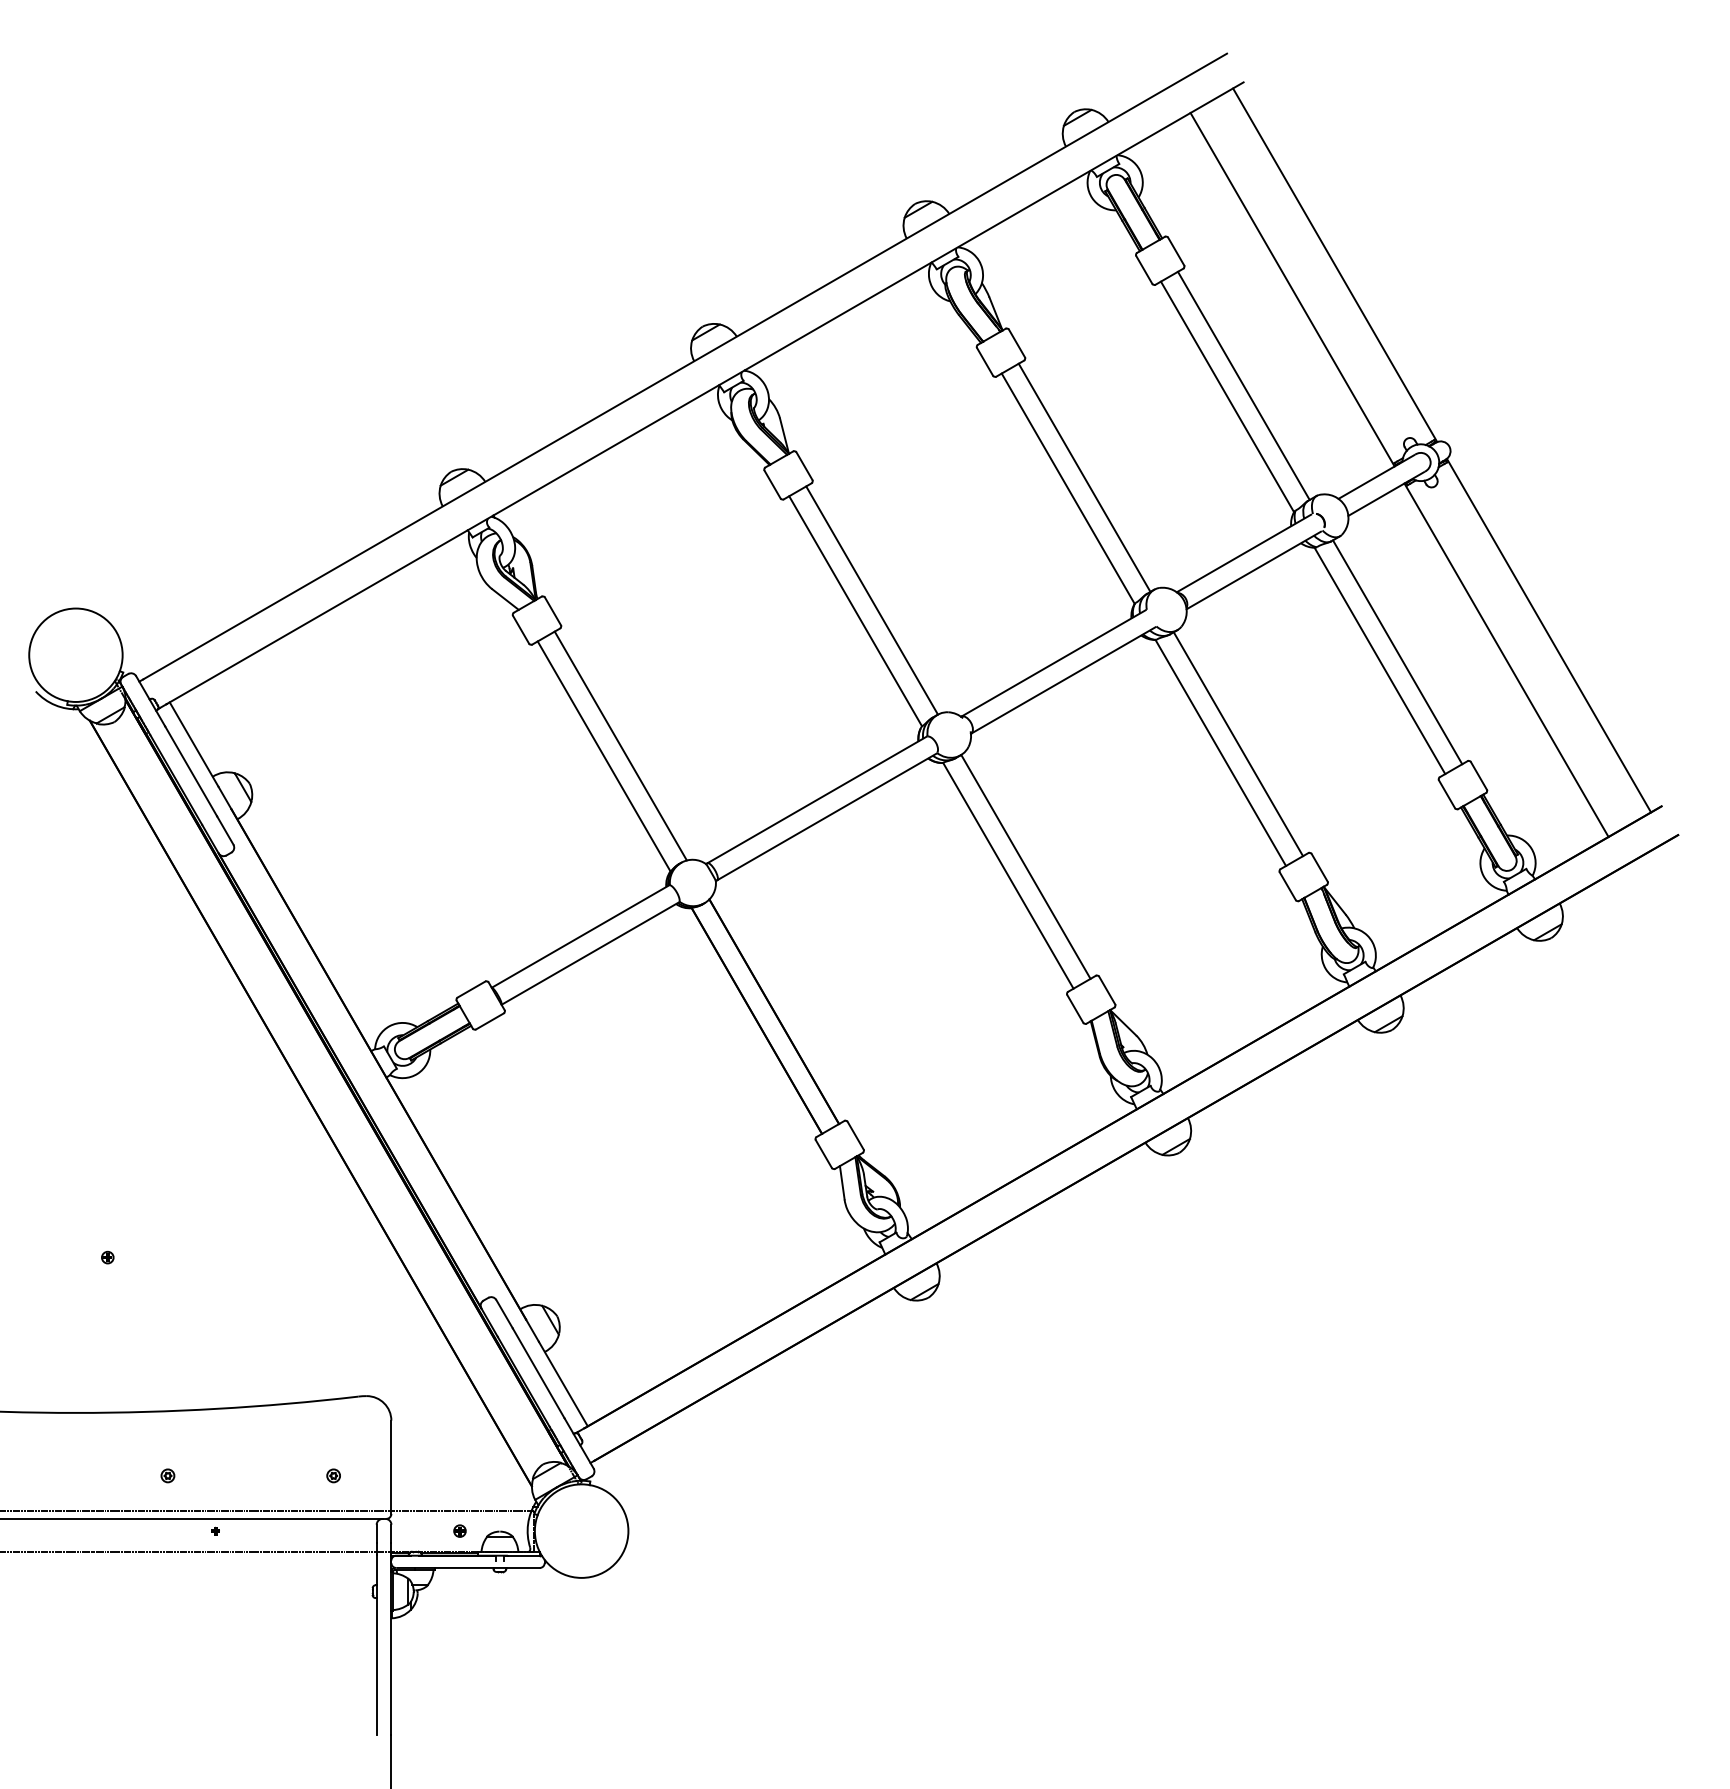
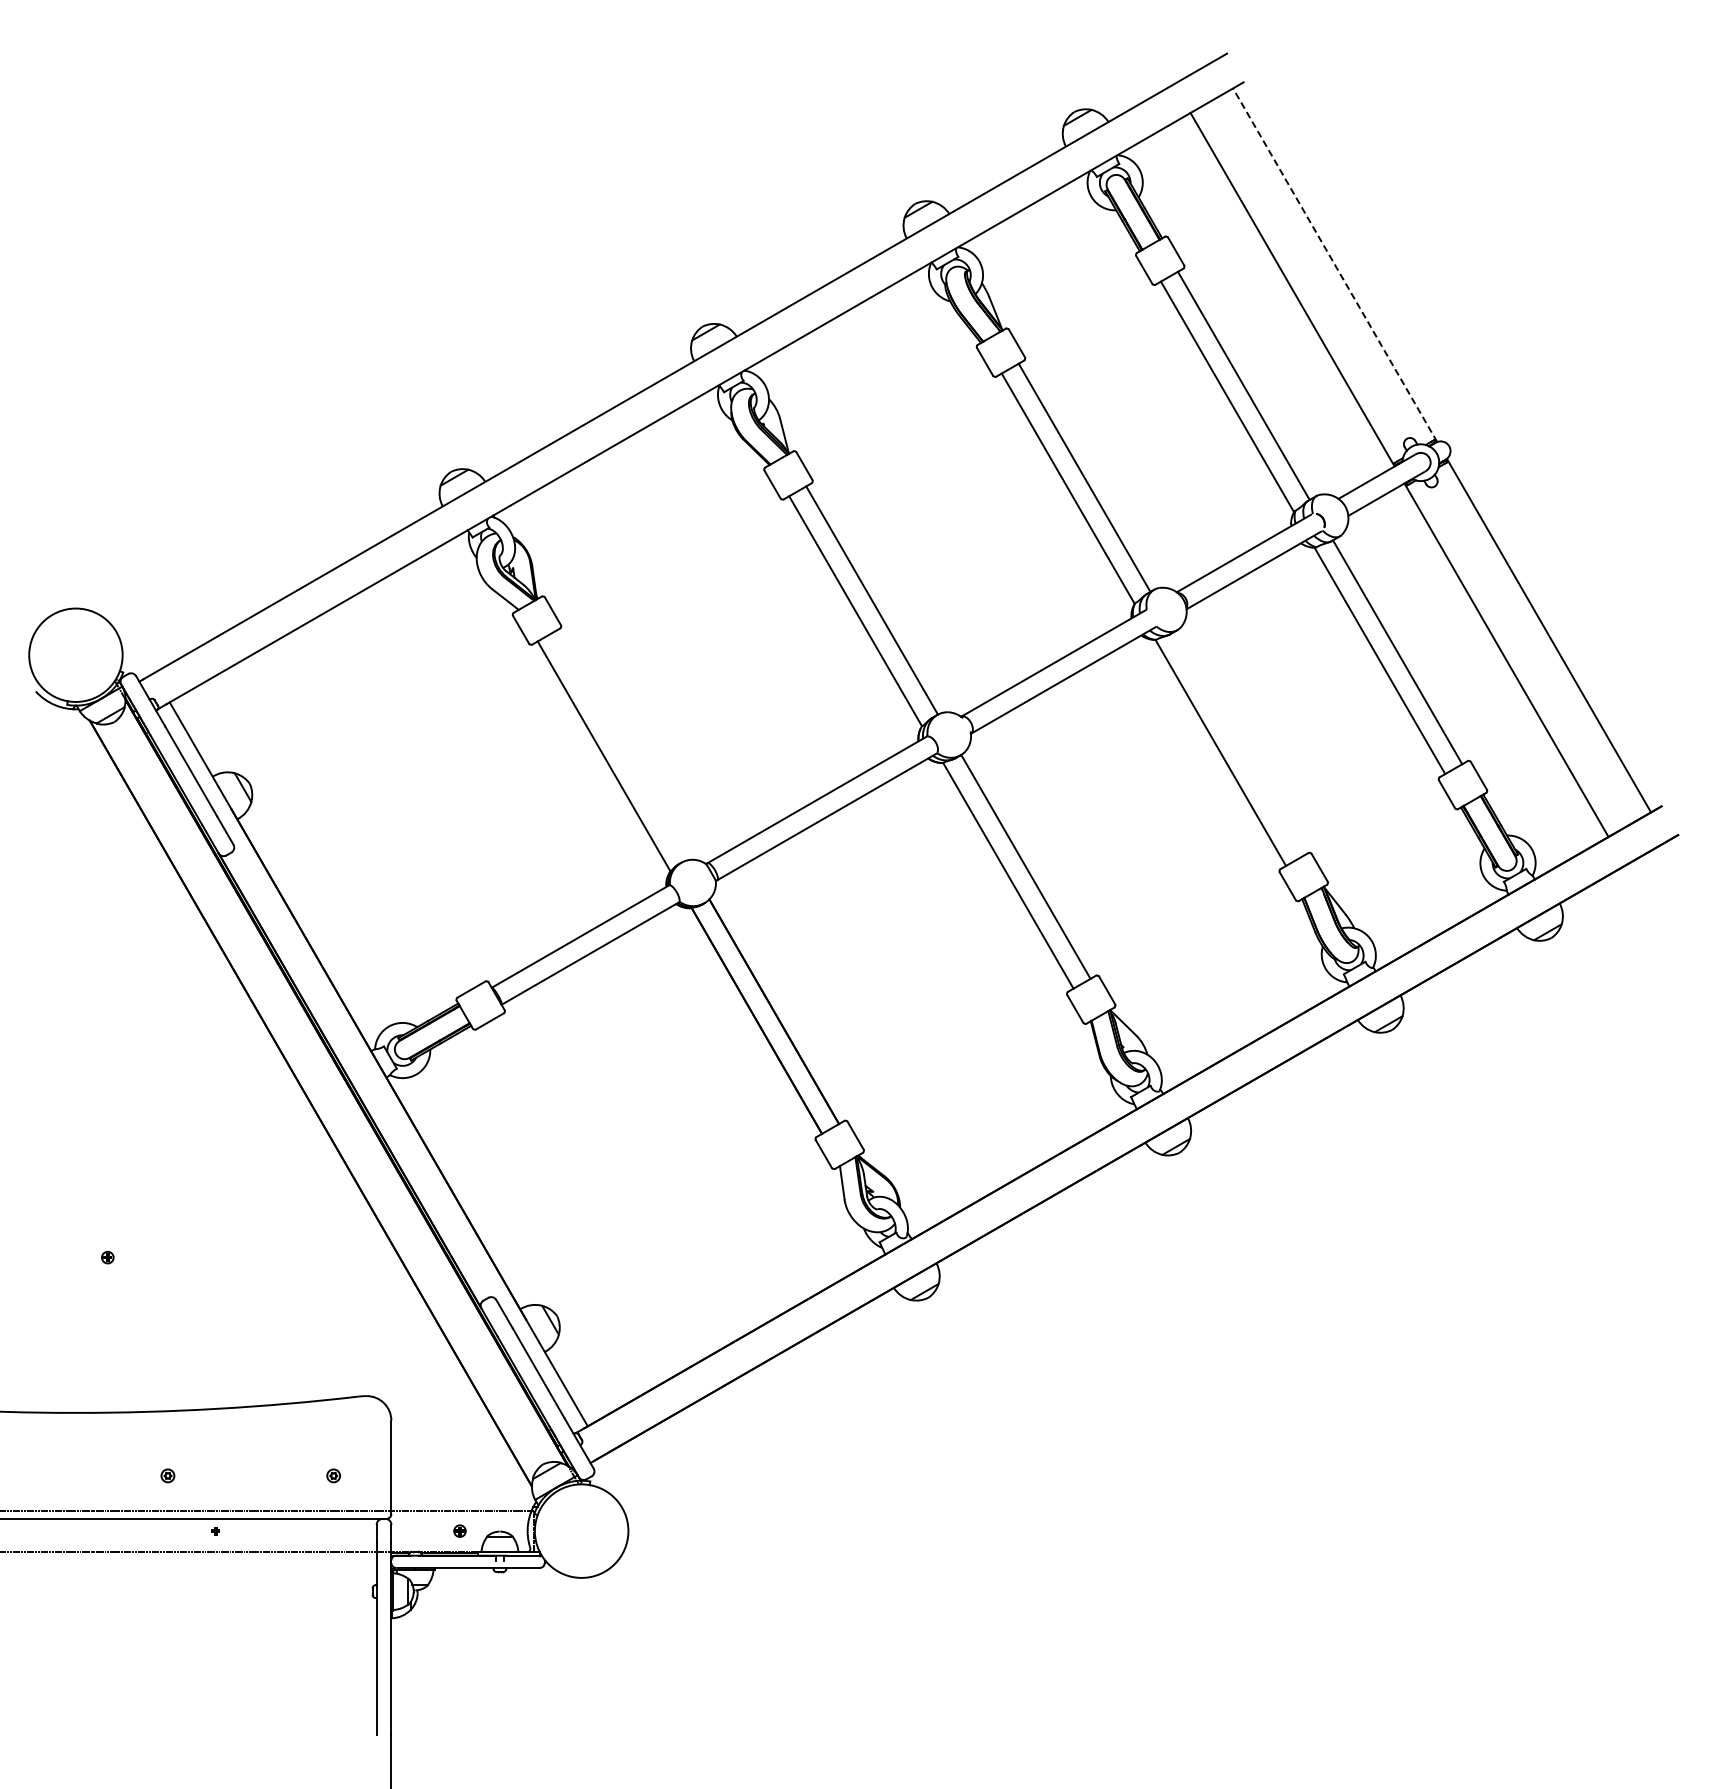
line at (1334, 264): solid -> dashed
line at (1238, 744): present -> none
line at (620, 745): present -> none
